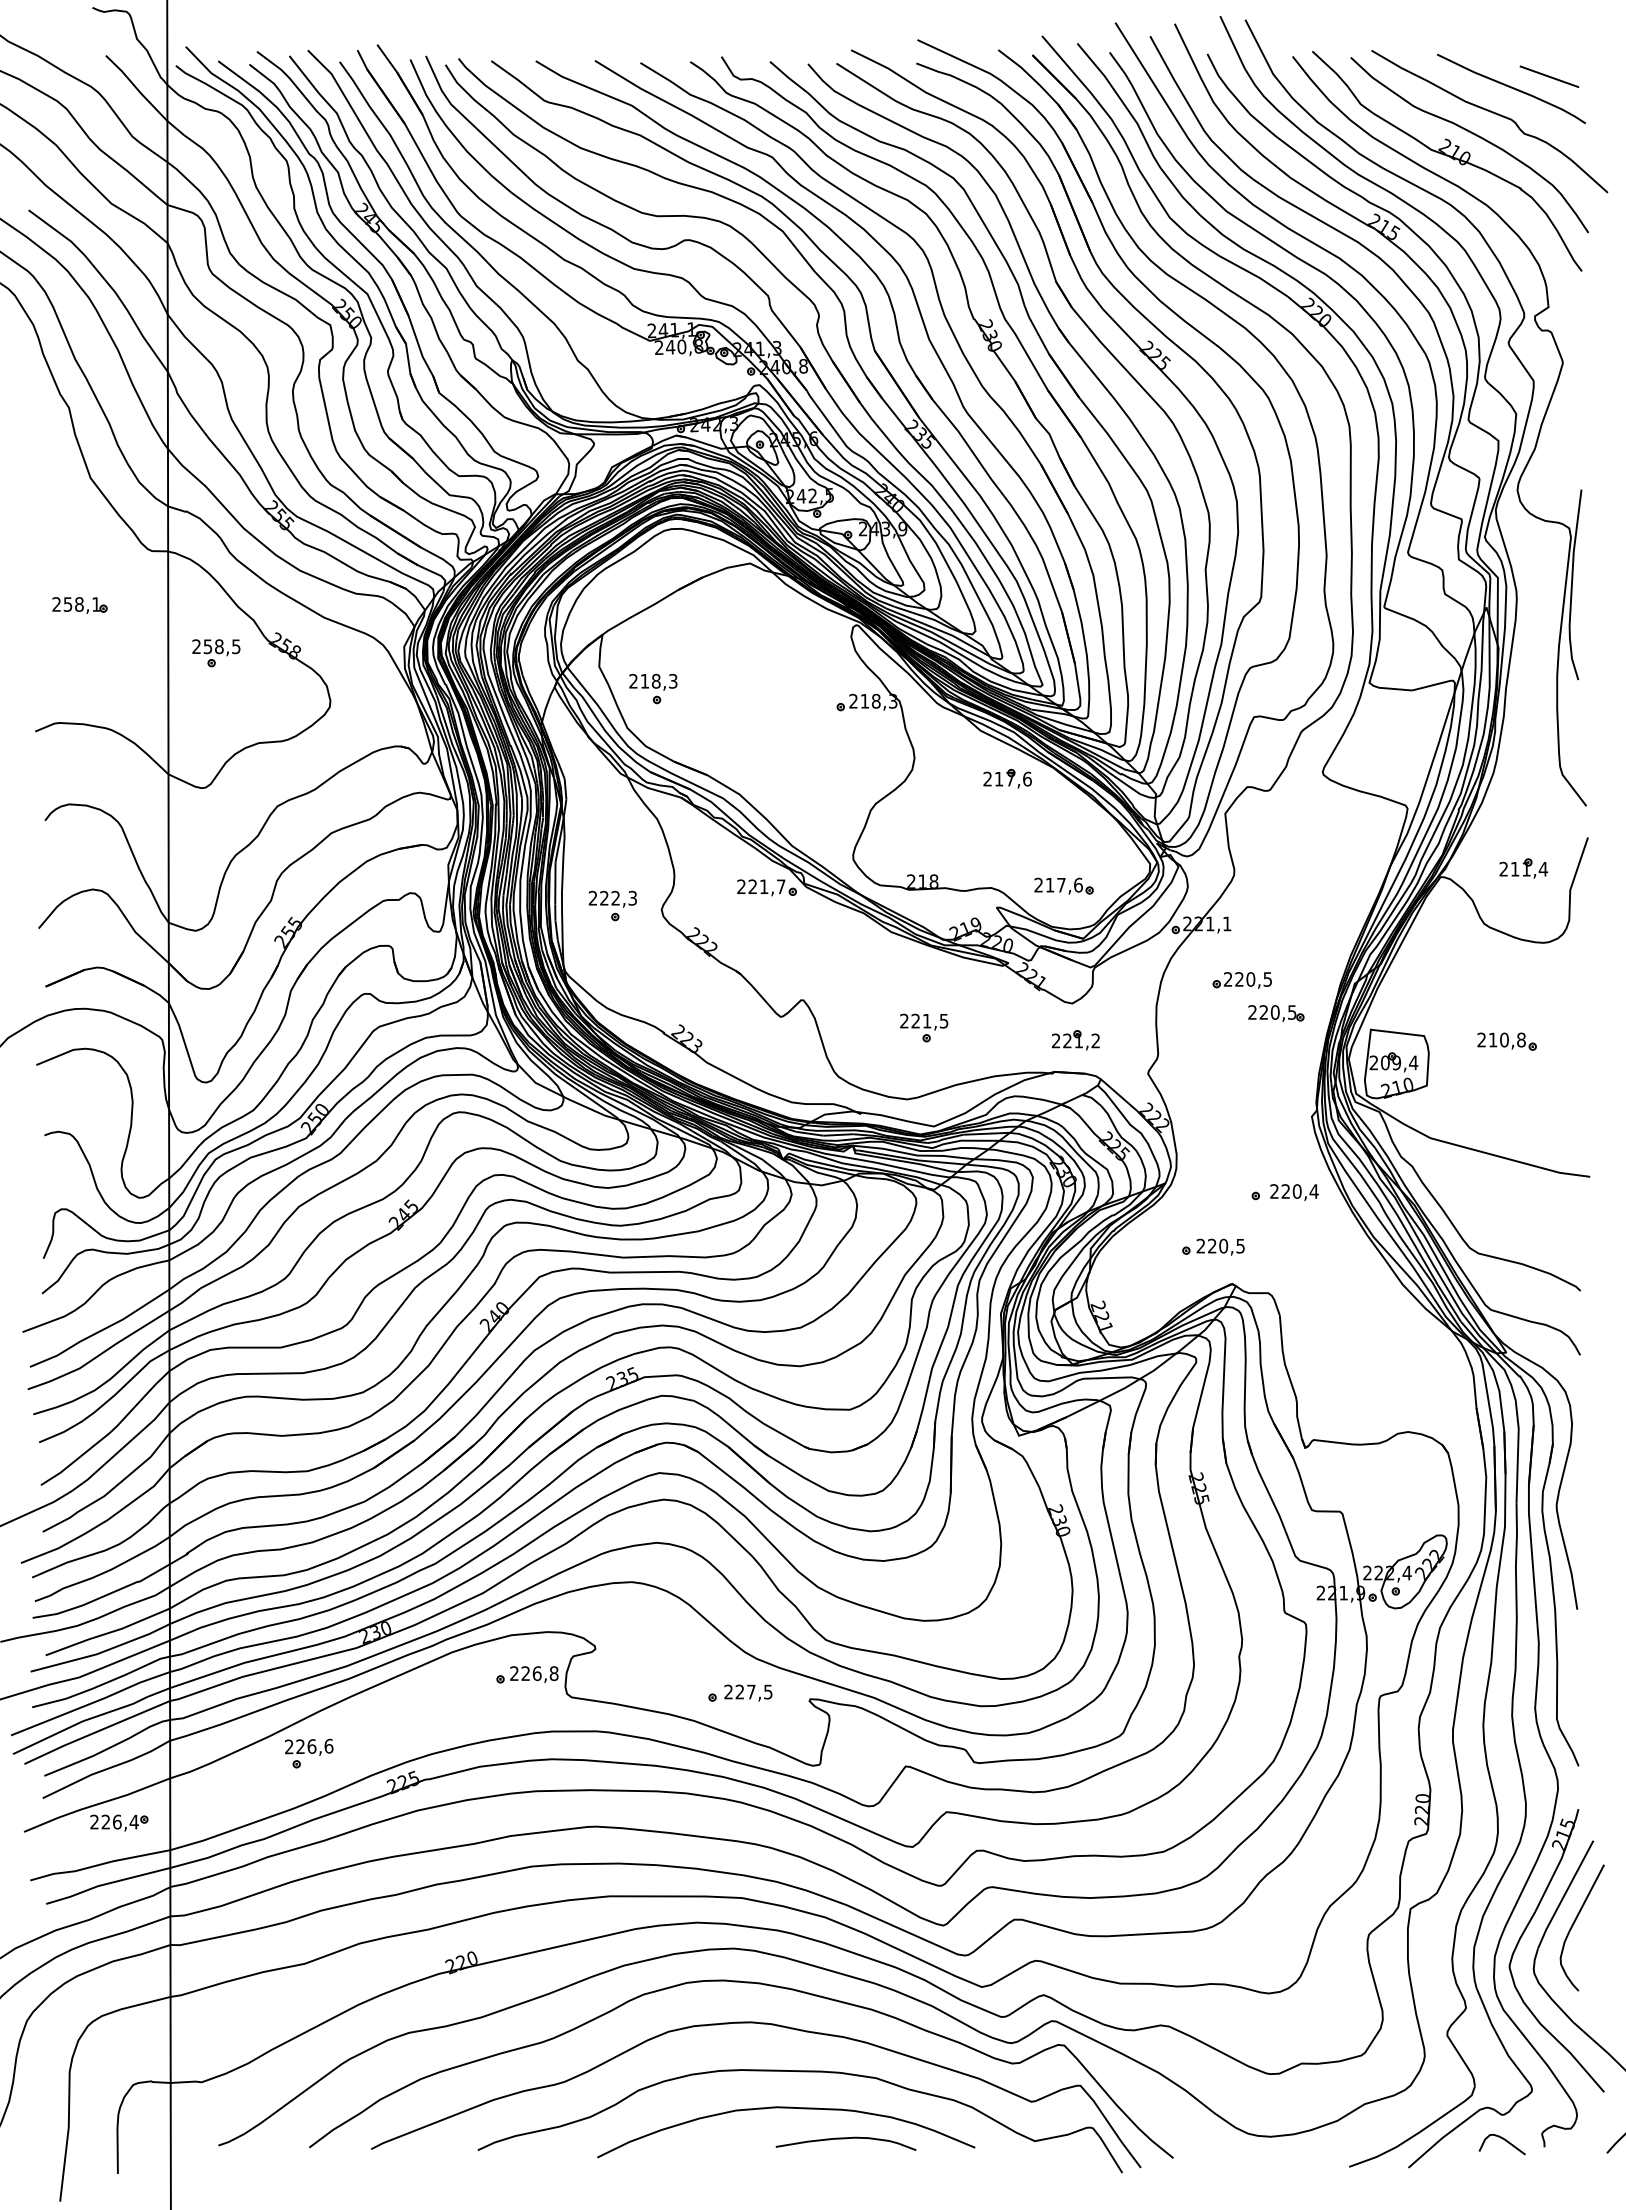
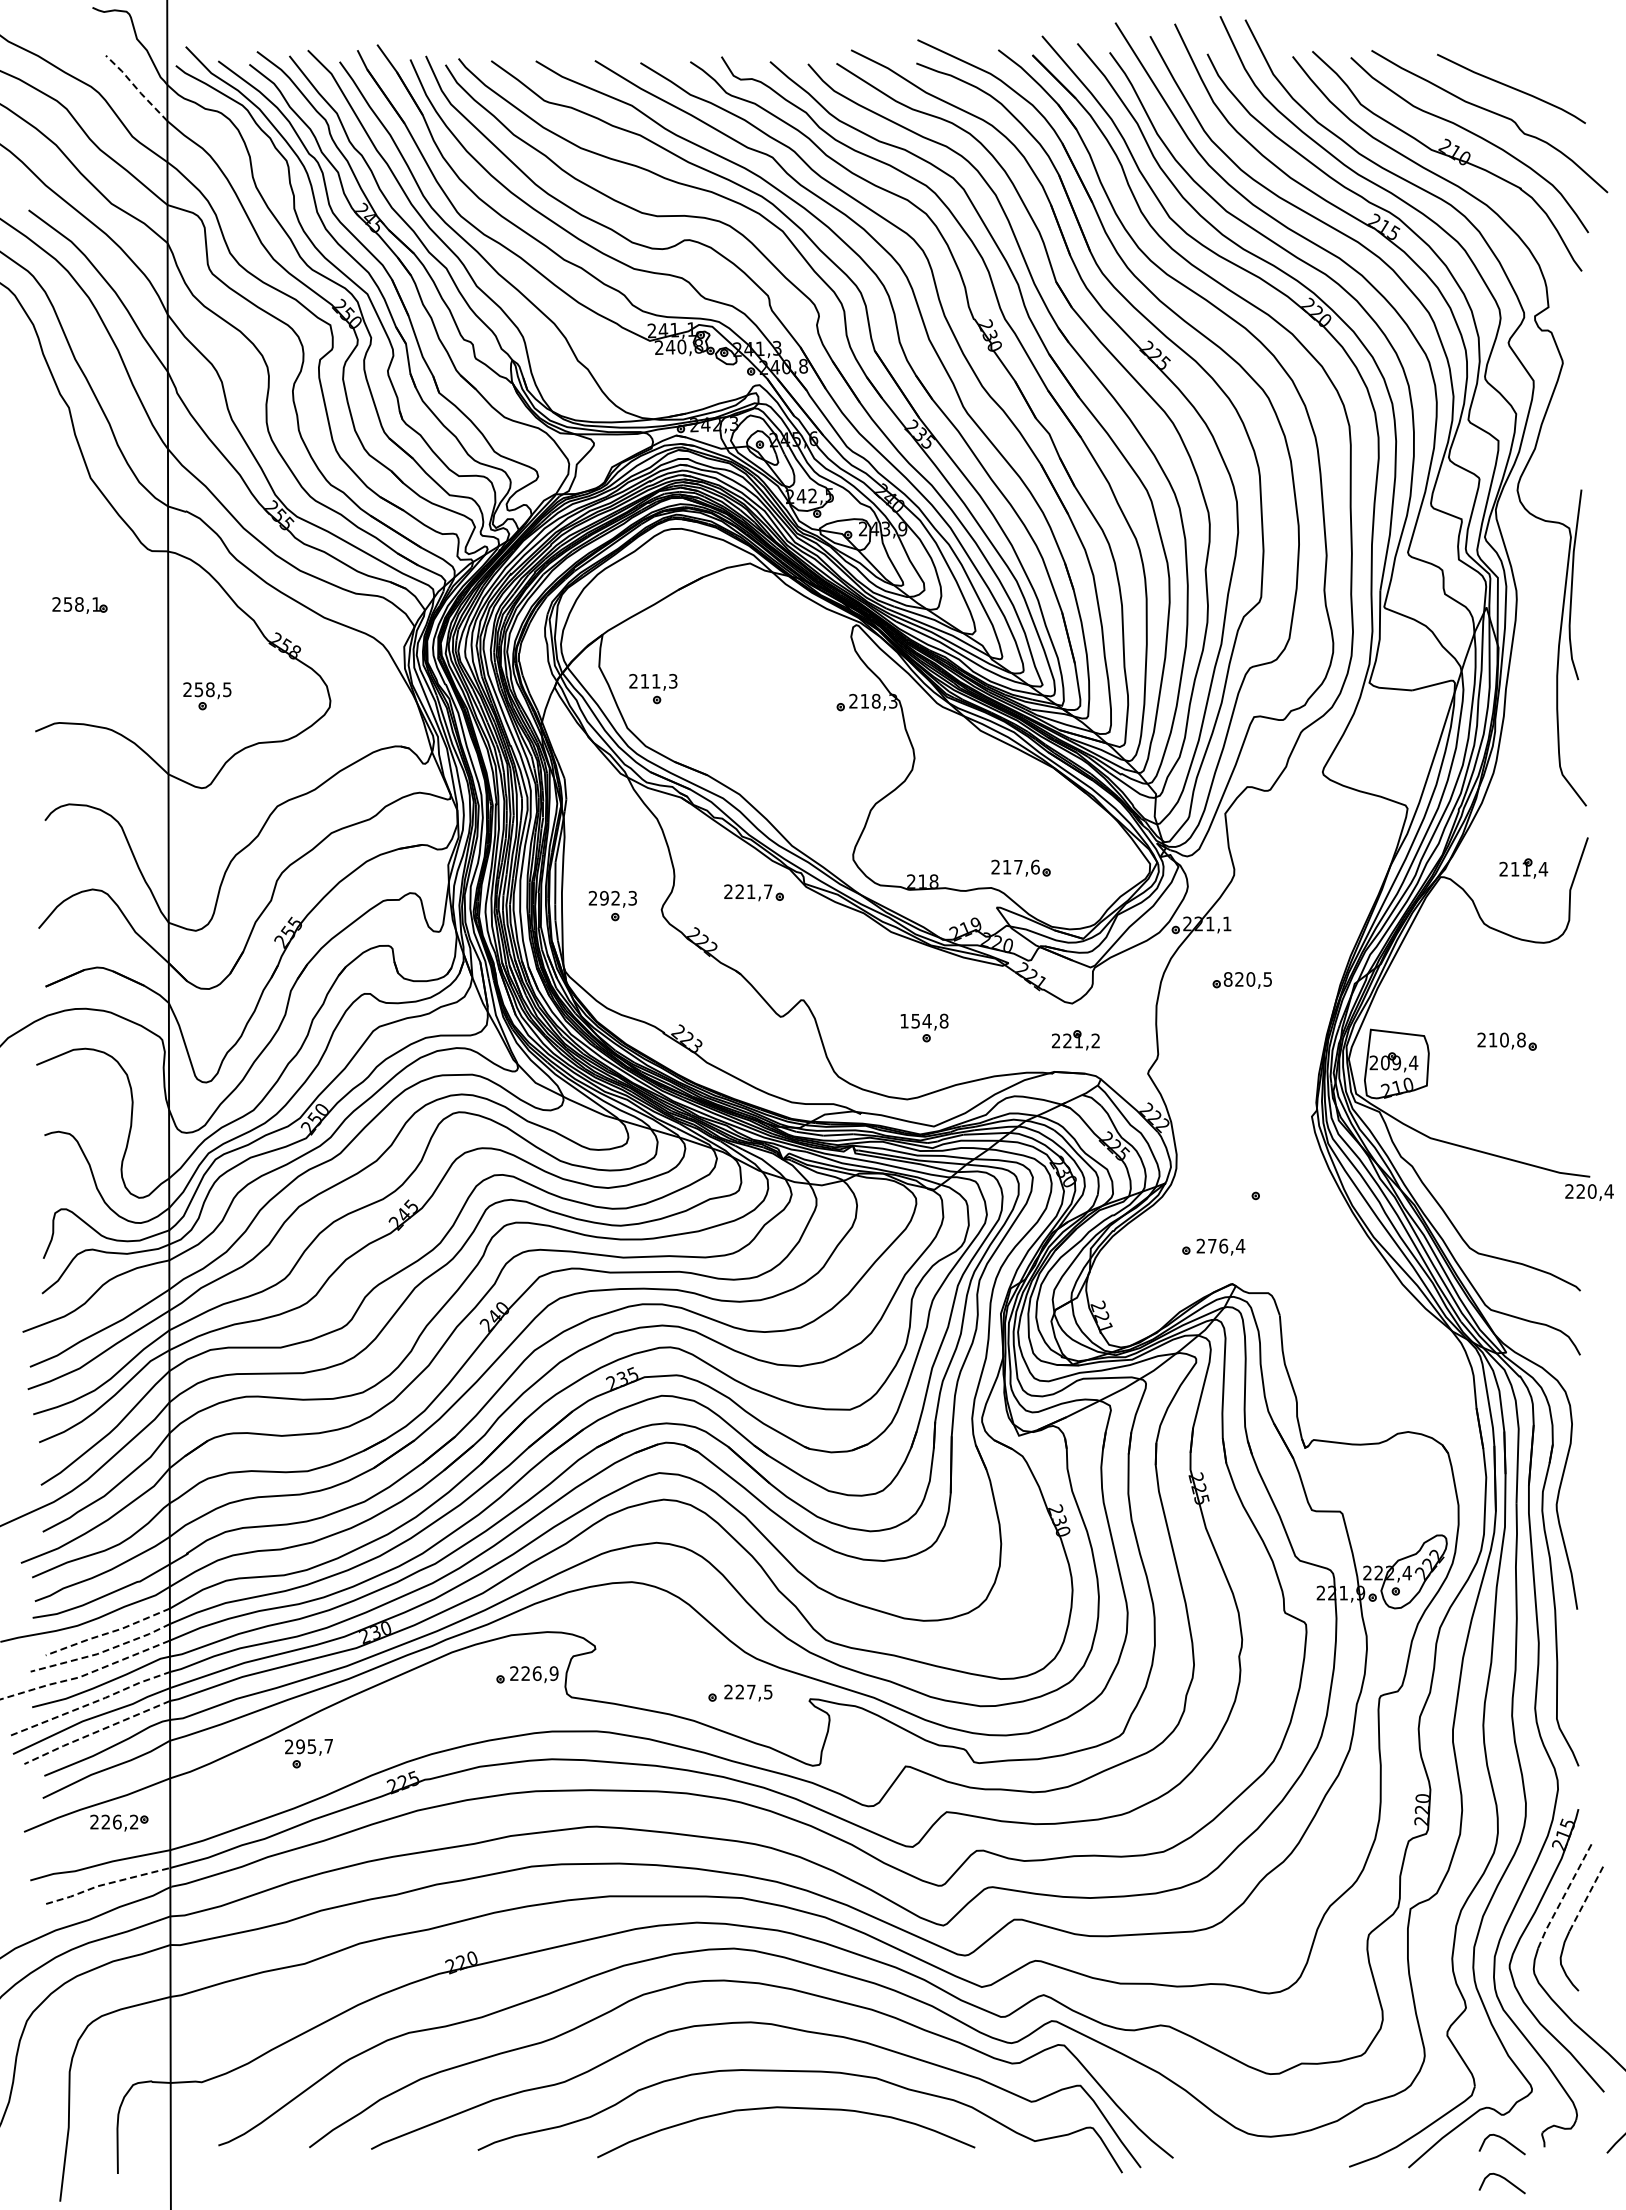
line at (1549, 76): present -> none
line at (136, 88): solid -> dashed
part at (216, 653) position: (216, 653) -> (207, 696)
text at (655, 680): 218,3 -> 211,3
part at (1007, 778): present -> none
part at (1063, 885) position: (1063, 885) -> (1020, 867)
part at (766, 887) position: (766, 887) -> (753, 892)
text at (604, 898): 222,3 -> 292,3
text at (1227, 979): 220,5 -> 820,5
part at (1276, 1013): present -> none
text at (924, 1020): 221,5 -> 154,8
text at (1294, 1192) position: (1294, 1192) -> (1589, 1192)
text at (1226, 1245): 220,5 -> 276,4
line at (107, 1633): solid -> dashed
line at (101, 1652): solid -> dashed
text at (553, 1673): 226,8 -> 226,9
line at (85, 1674): solid -> dashed
line at (91, 1703): solid -> dashed
line at (95, 1732): solid -> dashed
text at (314, 1746): 226,6 -> 295,7
text at (133, 1821): 226,4 -> 226,2
line at (106, 1884): solid -> dashed
line at (1564, 1894): solid -> dashed
line at (1586, 1898): solid -> dashed
curve at (845, 2139): present -> none
curve at (1504, 2179): none -> present
